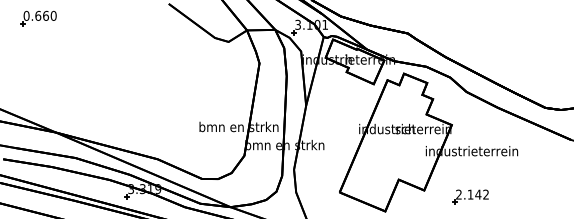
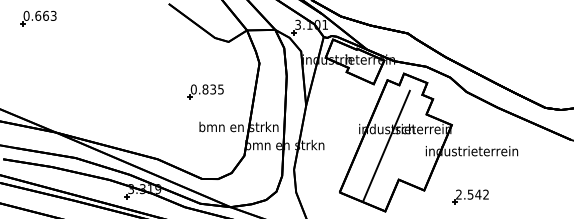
text at (53, 15): 0.660 -> 0.663
part at (205, 91): none -> present
line at (386, 145): none -> present
text at (470, 194): 2.142 -> 2.542
